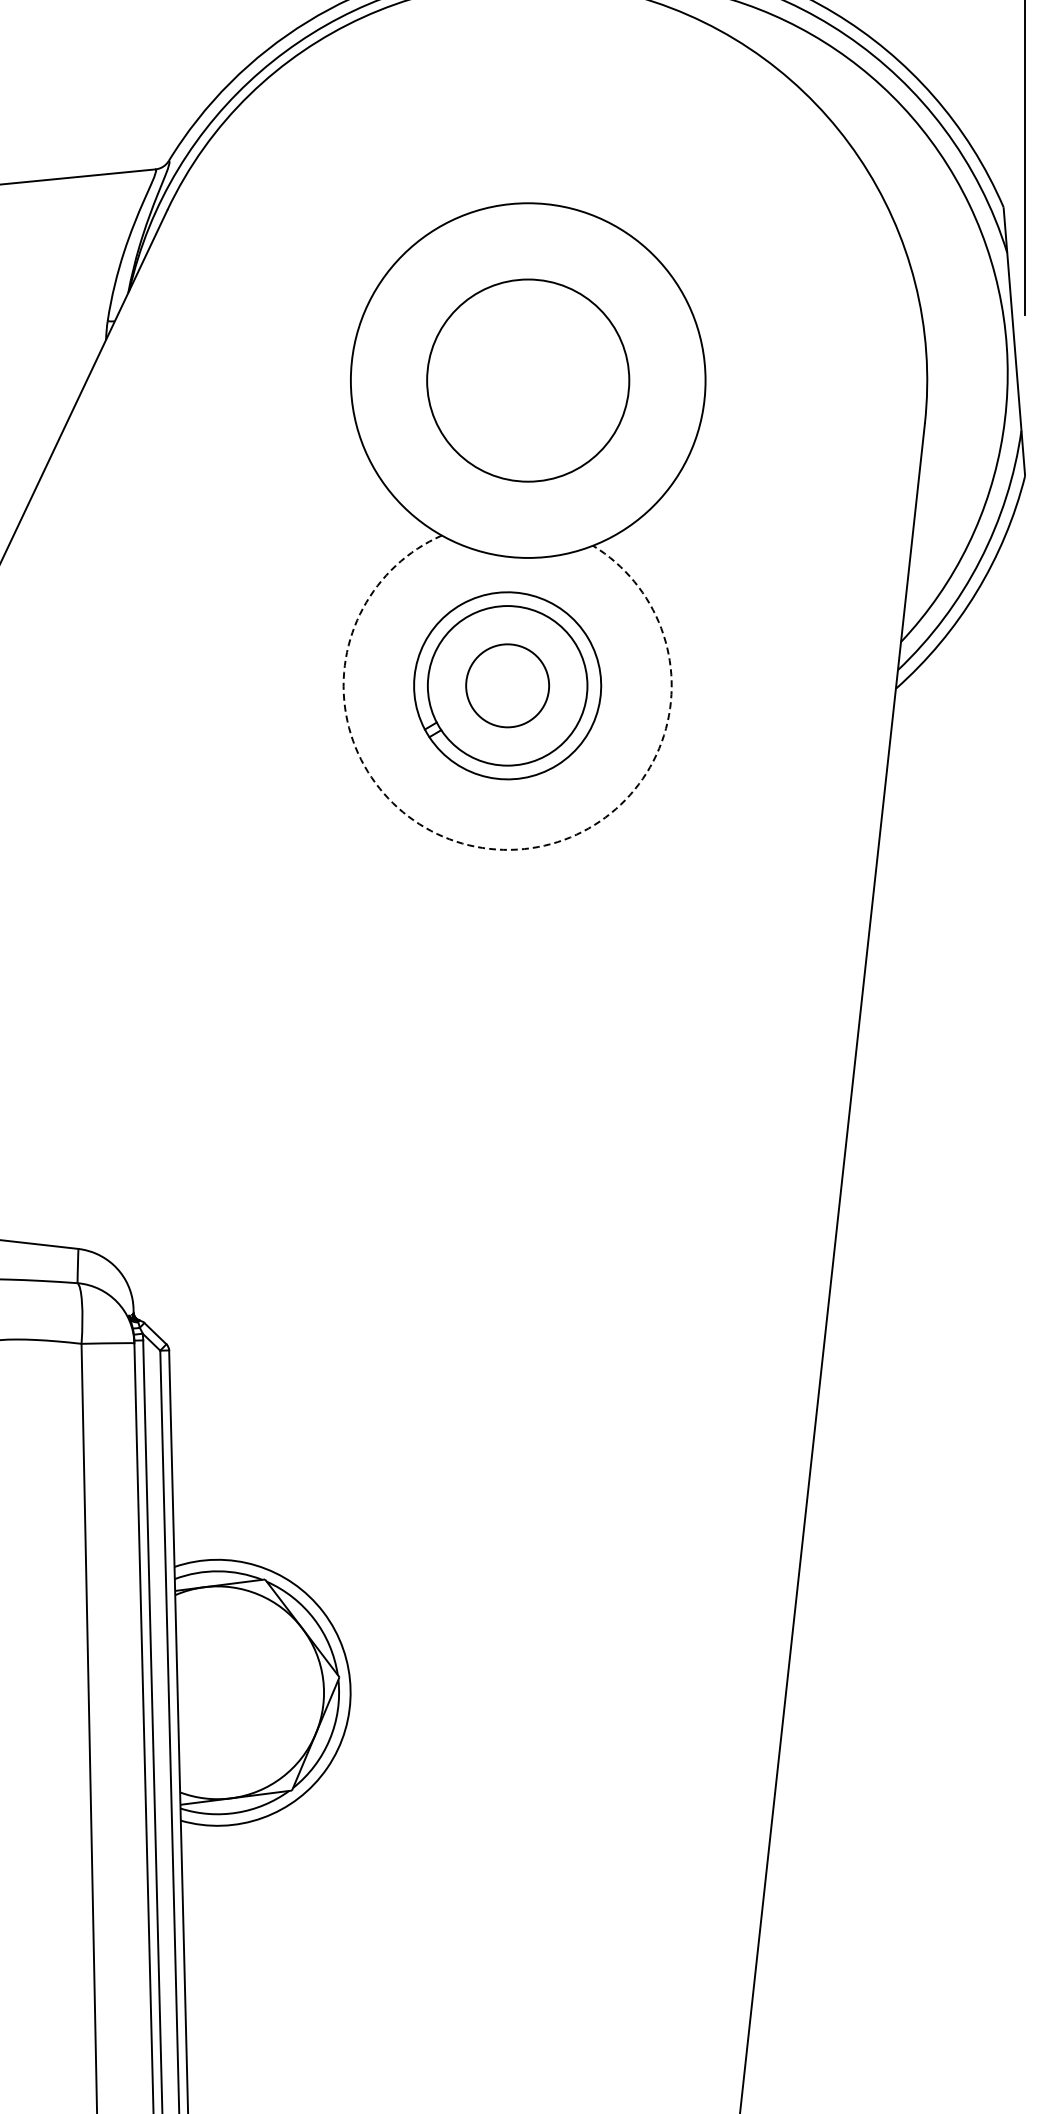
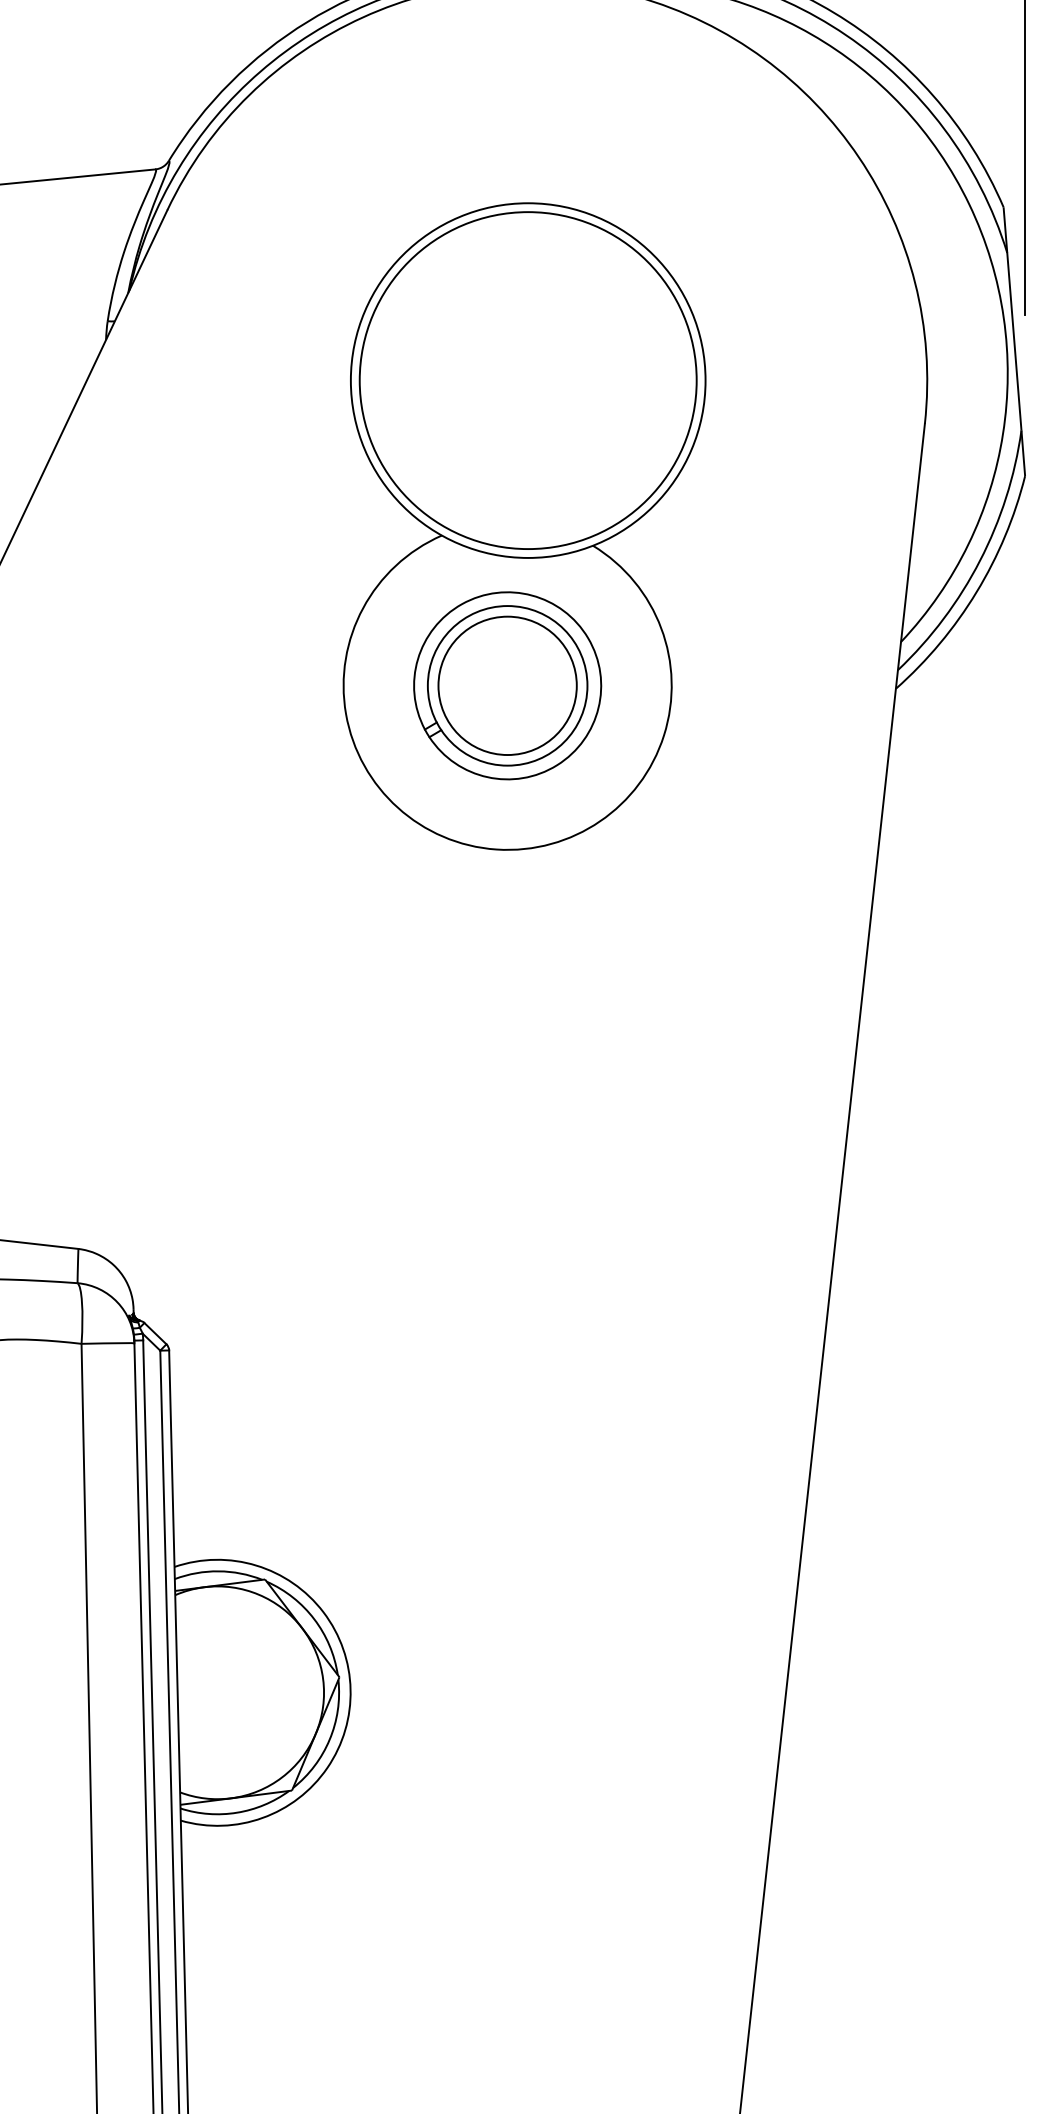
circle at (528, 380) diameter: 202 px -> 337 px
circle at (507, 685) diameter: 83 px -> 138 px
arc at (496, 849): dashed -> solid
